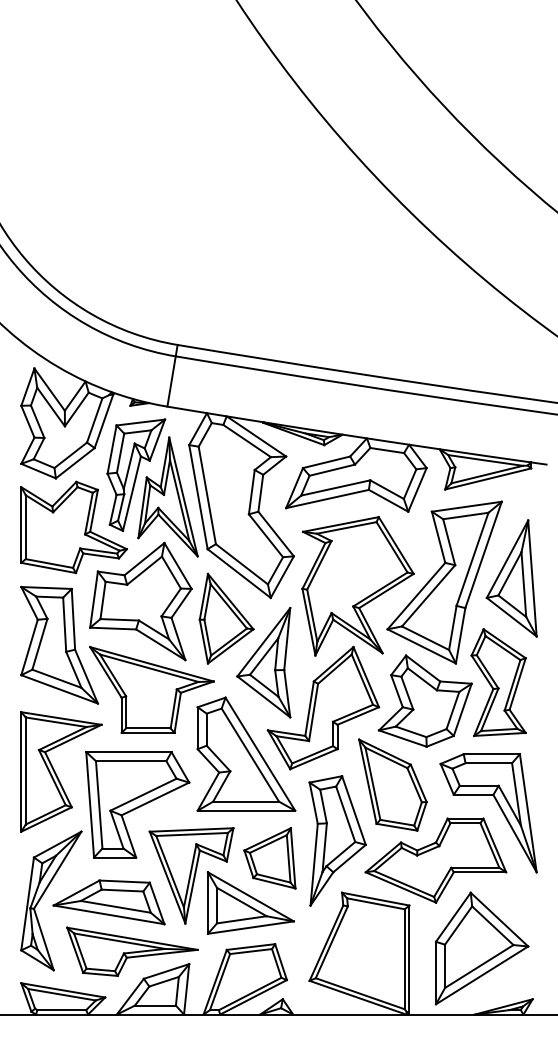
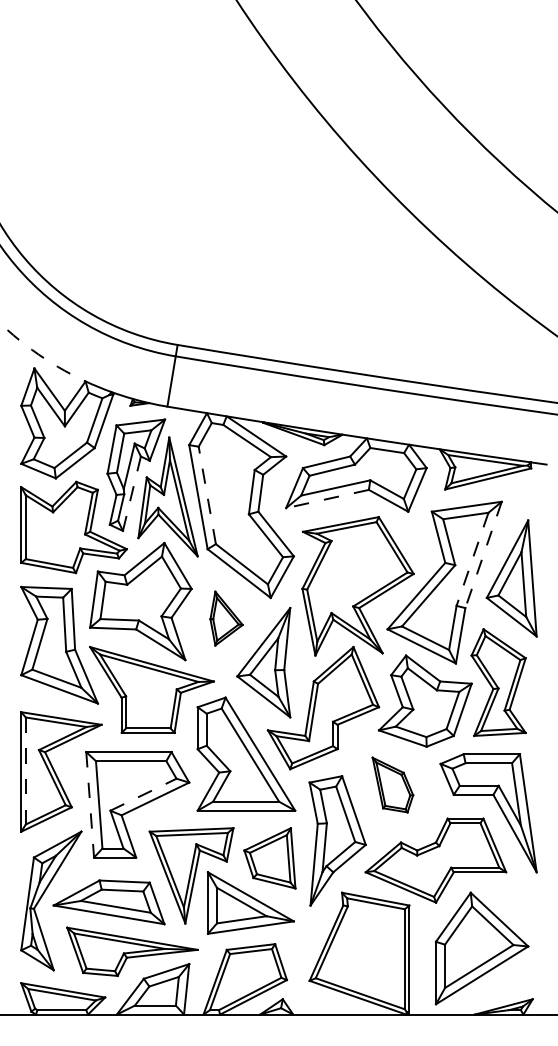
arc at (40, 355): solid -> dashed
line at (132, 493): solid -> dashed
line at (207, 494): solid -> dashed
line at (327, 499): solid -> dashed
line at (483, 555): solid -> dashed
line at (472, 559): solid -> dashed
part at (226, 618) size: 57x93 px -> 35x57 px
line at (25, 771): solid -> dashed
part at (392, 784) size: 70x94 px -> 44x58 px
line at (143, 794): solid -> dashed
line at (90, 804): solid -> dashed
